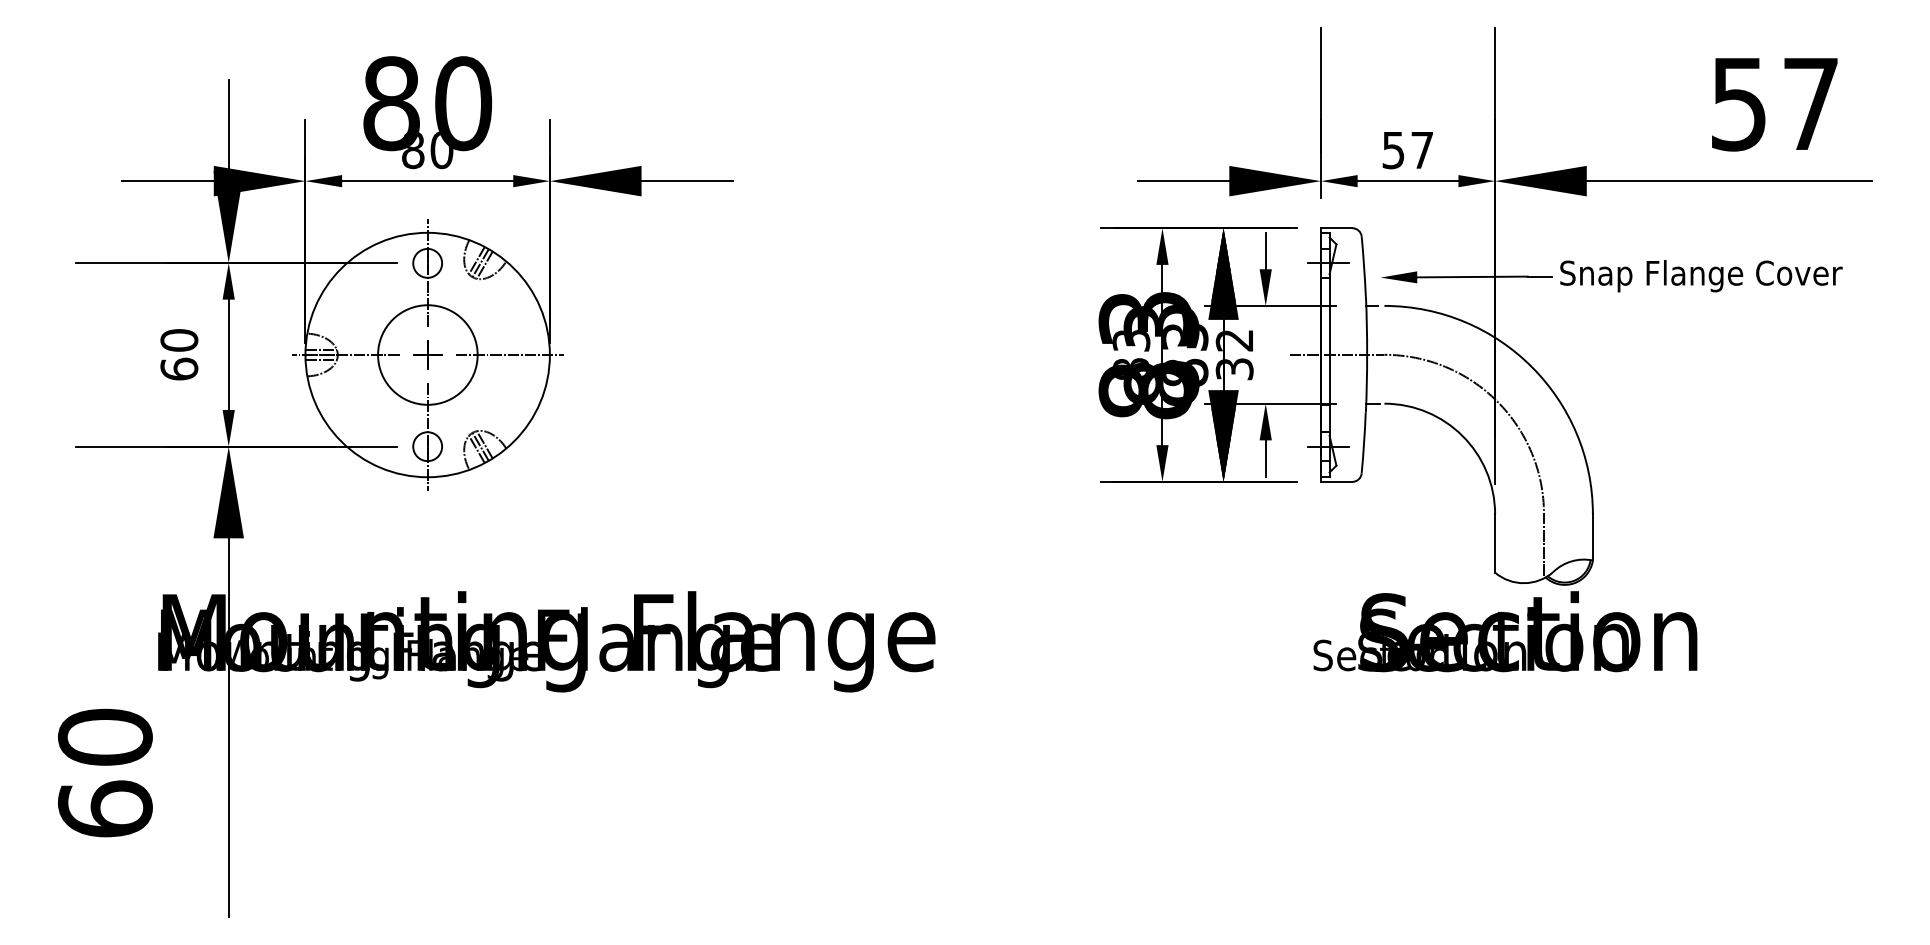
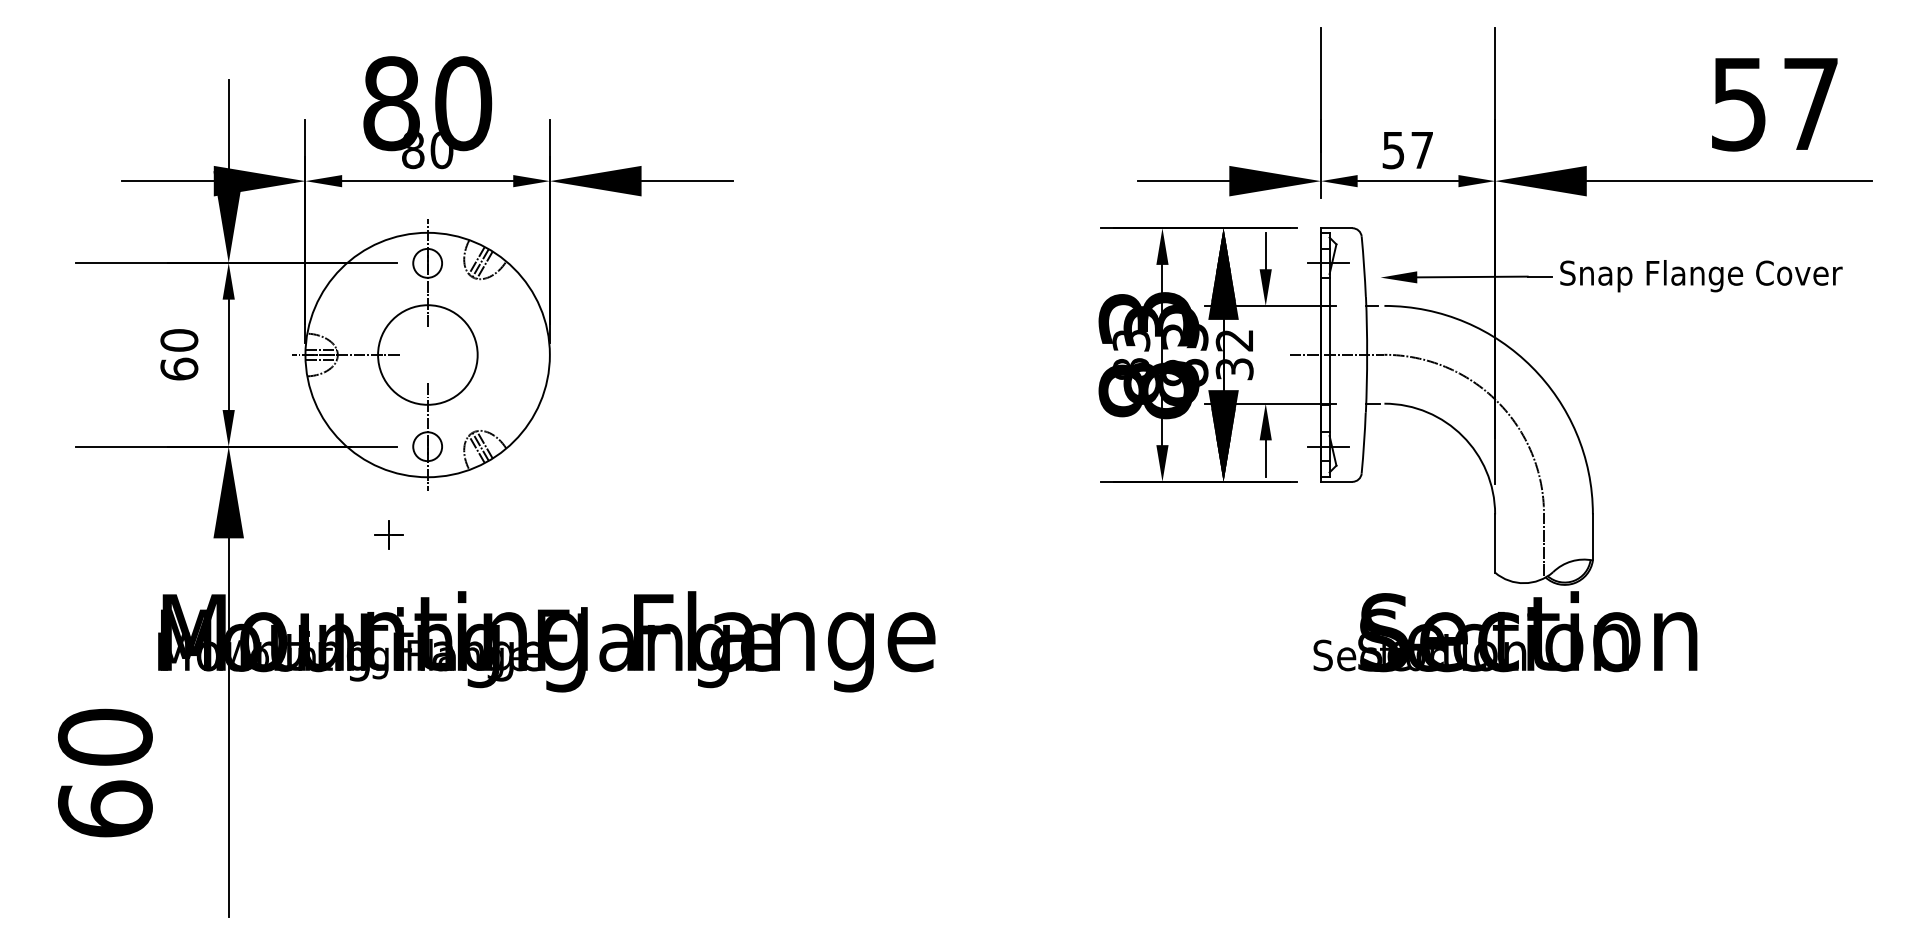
part at (427, 354) position: (427, 354) -> (388, 534)
line at (509, 355): present -> none
